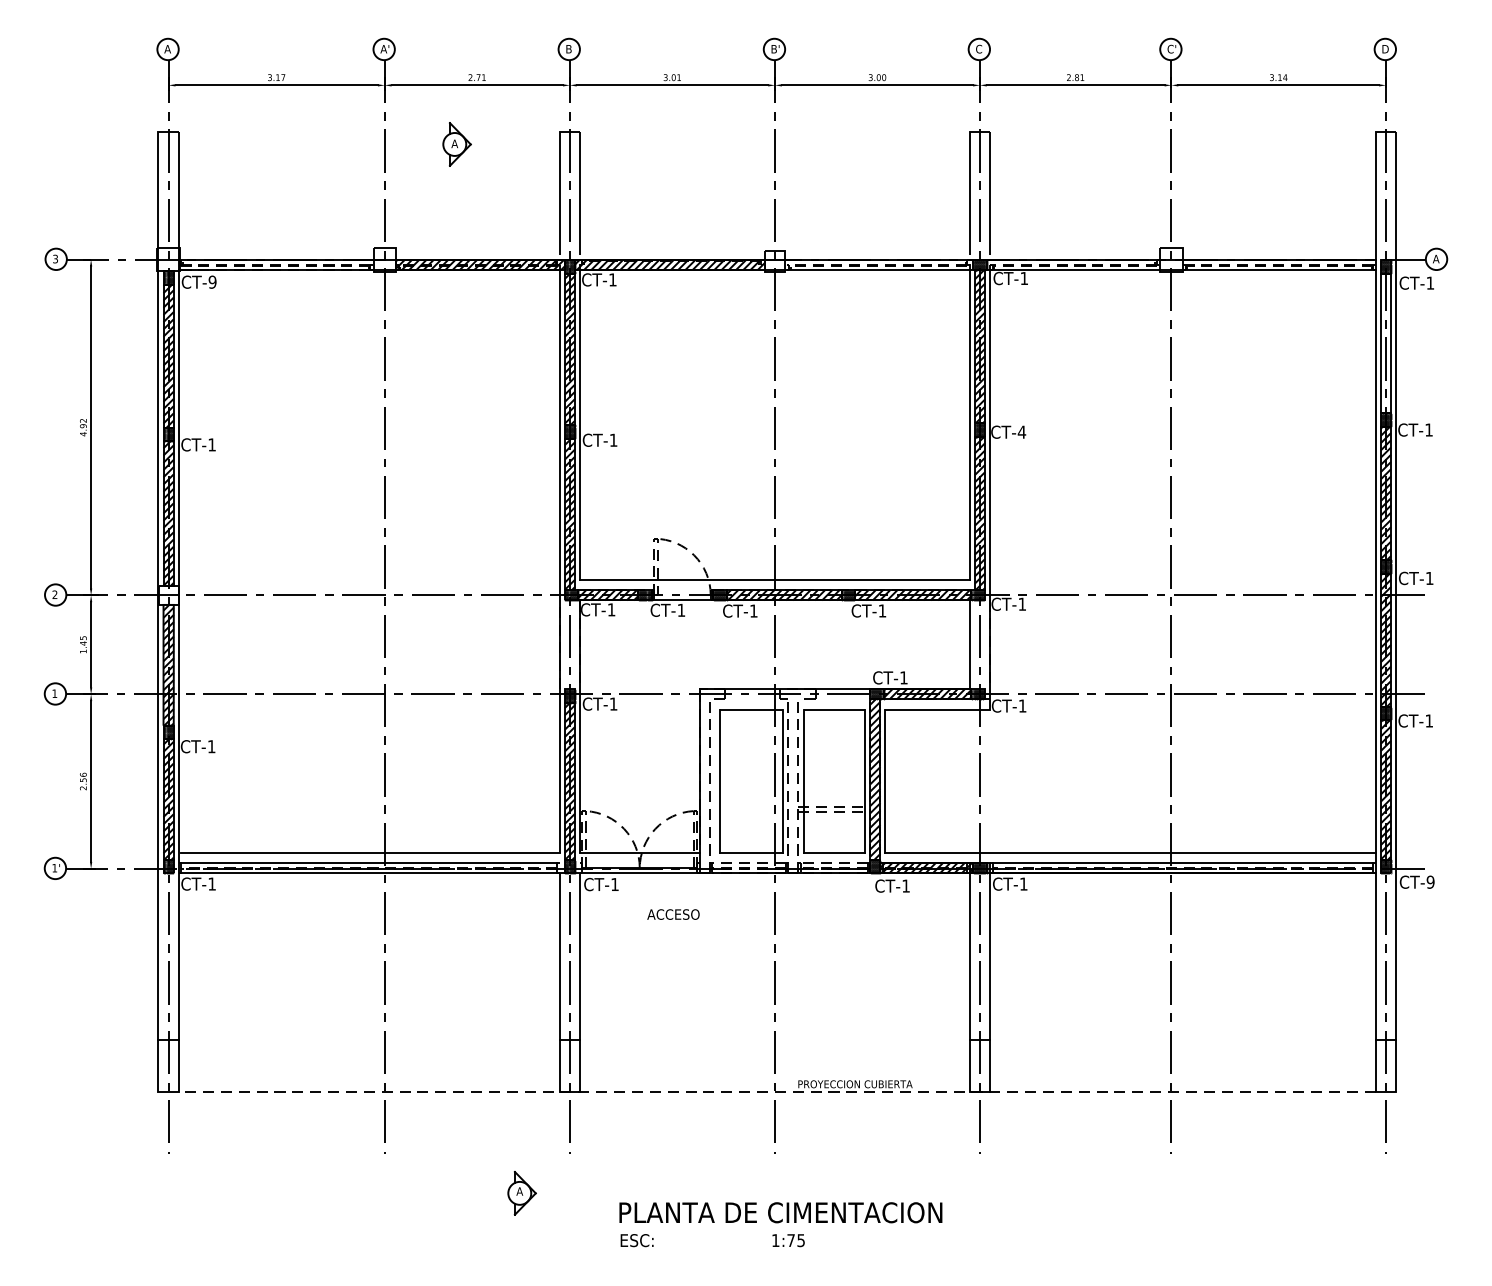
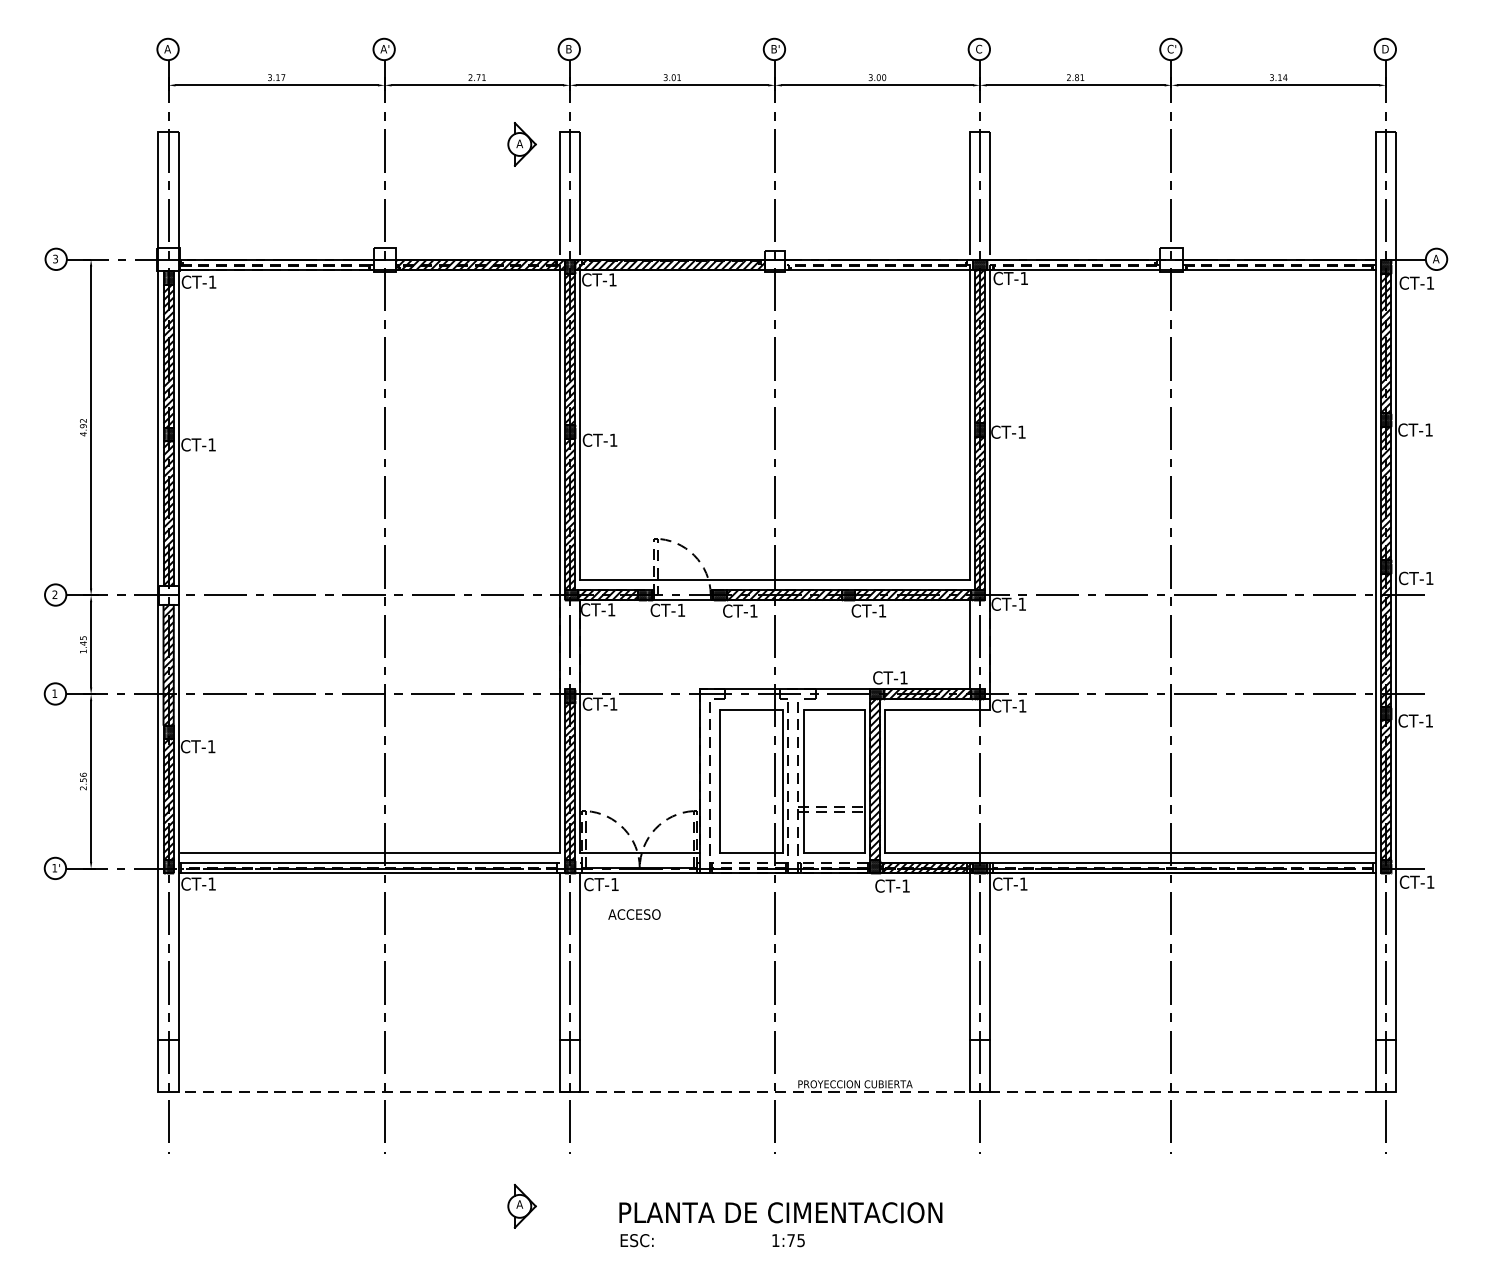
part at (456, 144) position: (456, 144) -> (521, 144)
text at (212, 281): CT-9 -> CT-1
hatch at (1385, 343): none -> present
text at (1021, 431): CT-4 -> CT-1
text at (1430, 881): CT-9 -> CT-1
text at (673, 914) position: (673, 914) -> (634, 914)
part at (521, 1193) position: (521, 1193) -> (521, 1206)
